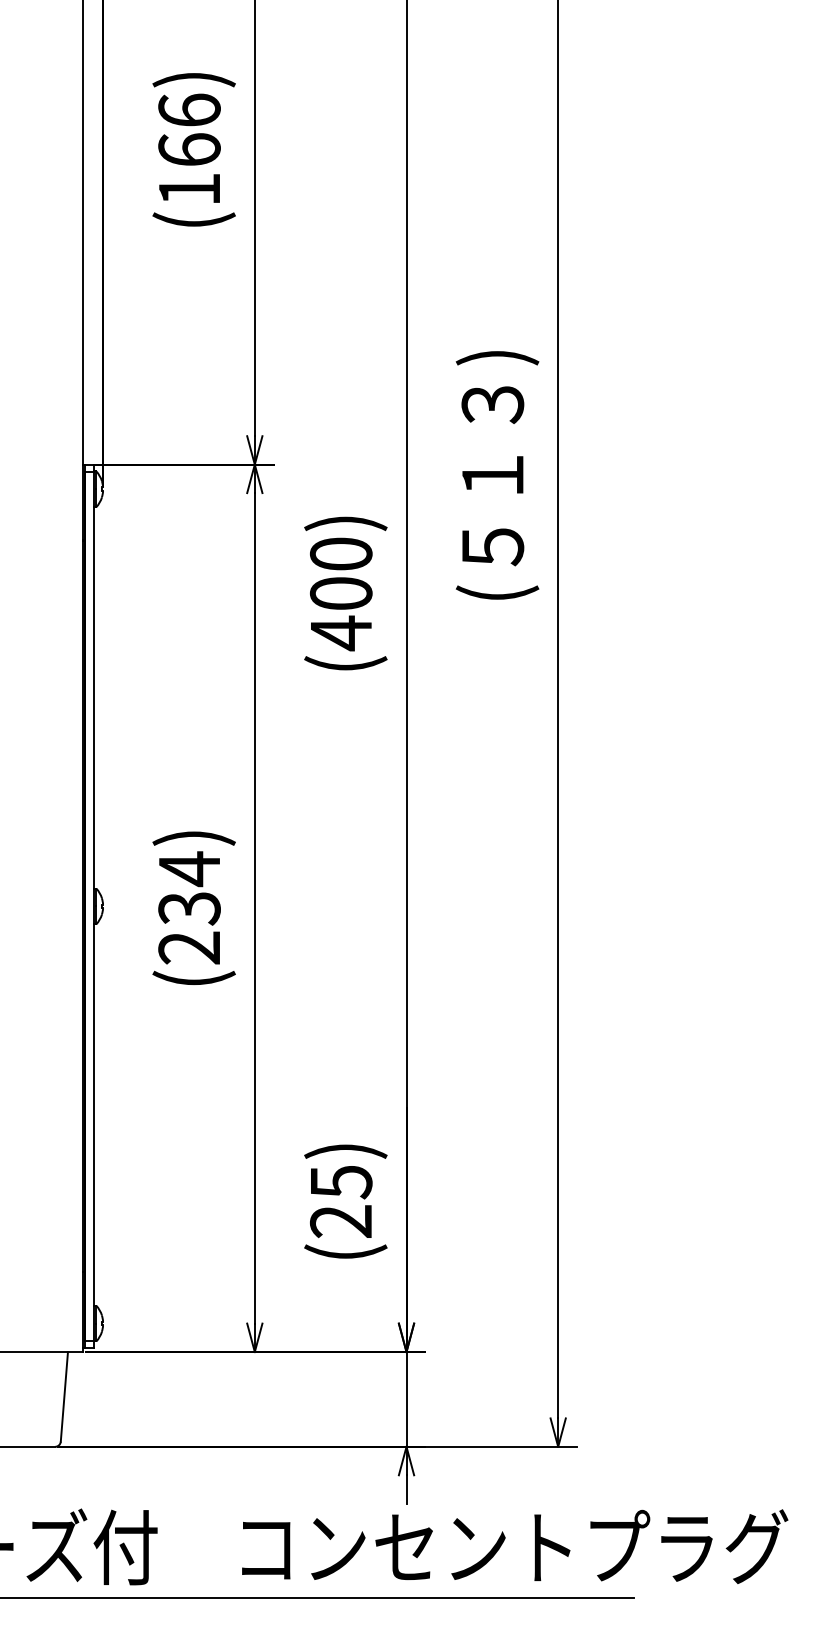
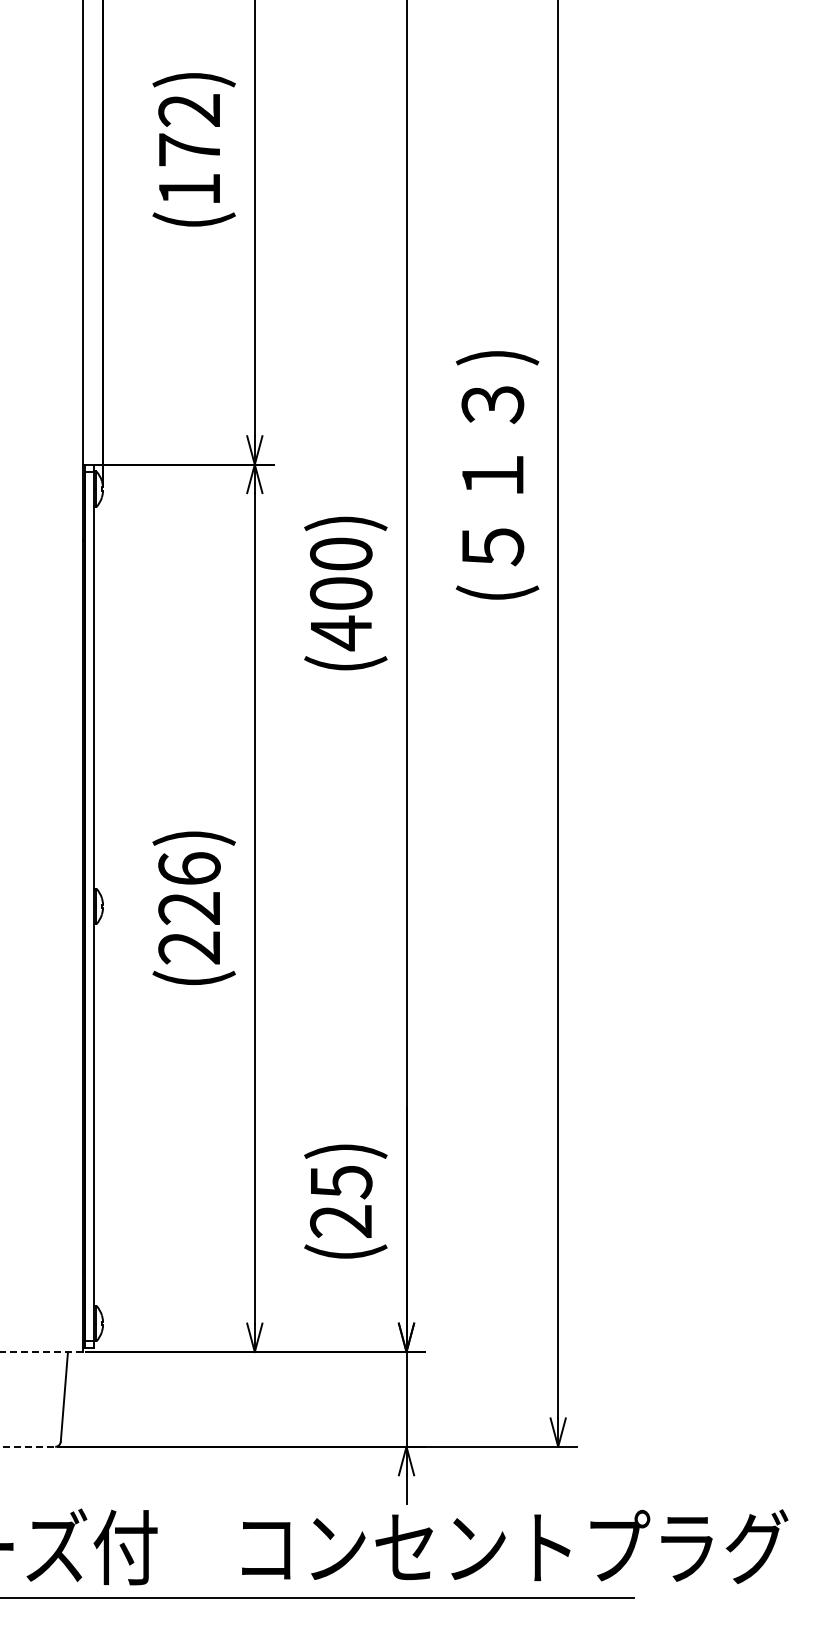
text at (189, 129): (166) -> (172)
text at (189, 888): (234) -> (226)
line at (41, 1352): solid -> dashed
line at (28, 1446): solid -> dashed
